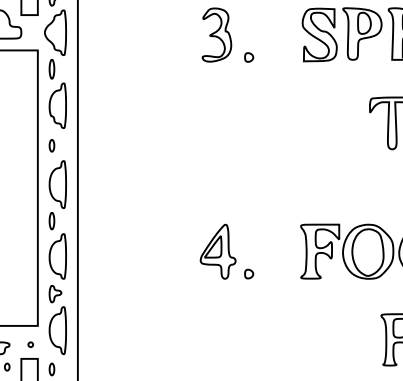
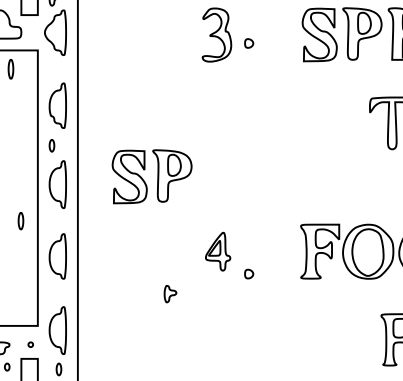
part at (249, 57) position: (249, 57) -> (249, 43)
part at (51, 69) position: (51, 69) -> (10, 69)
part at (151, 176): none -> present
part at (51, 221) position: (51, 221) -> (20, 221)
part at (217, 251) size: 38x57 px -> 27x41 px
part at (55, 294) position: (55, 294) -> (170, 294)
part at (51, 369) position: (51, 369) -> (58, 369)
